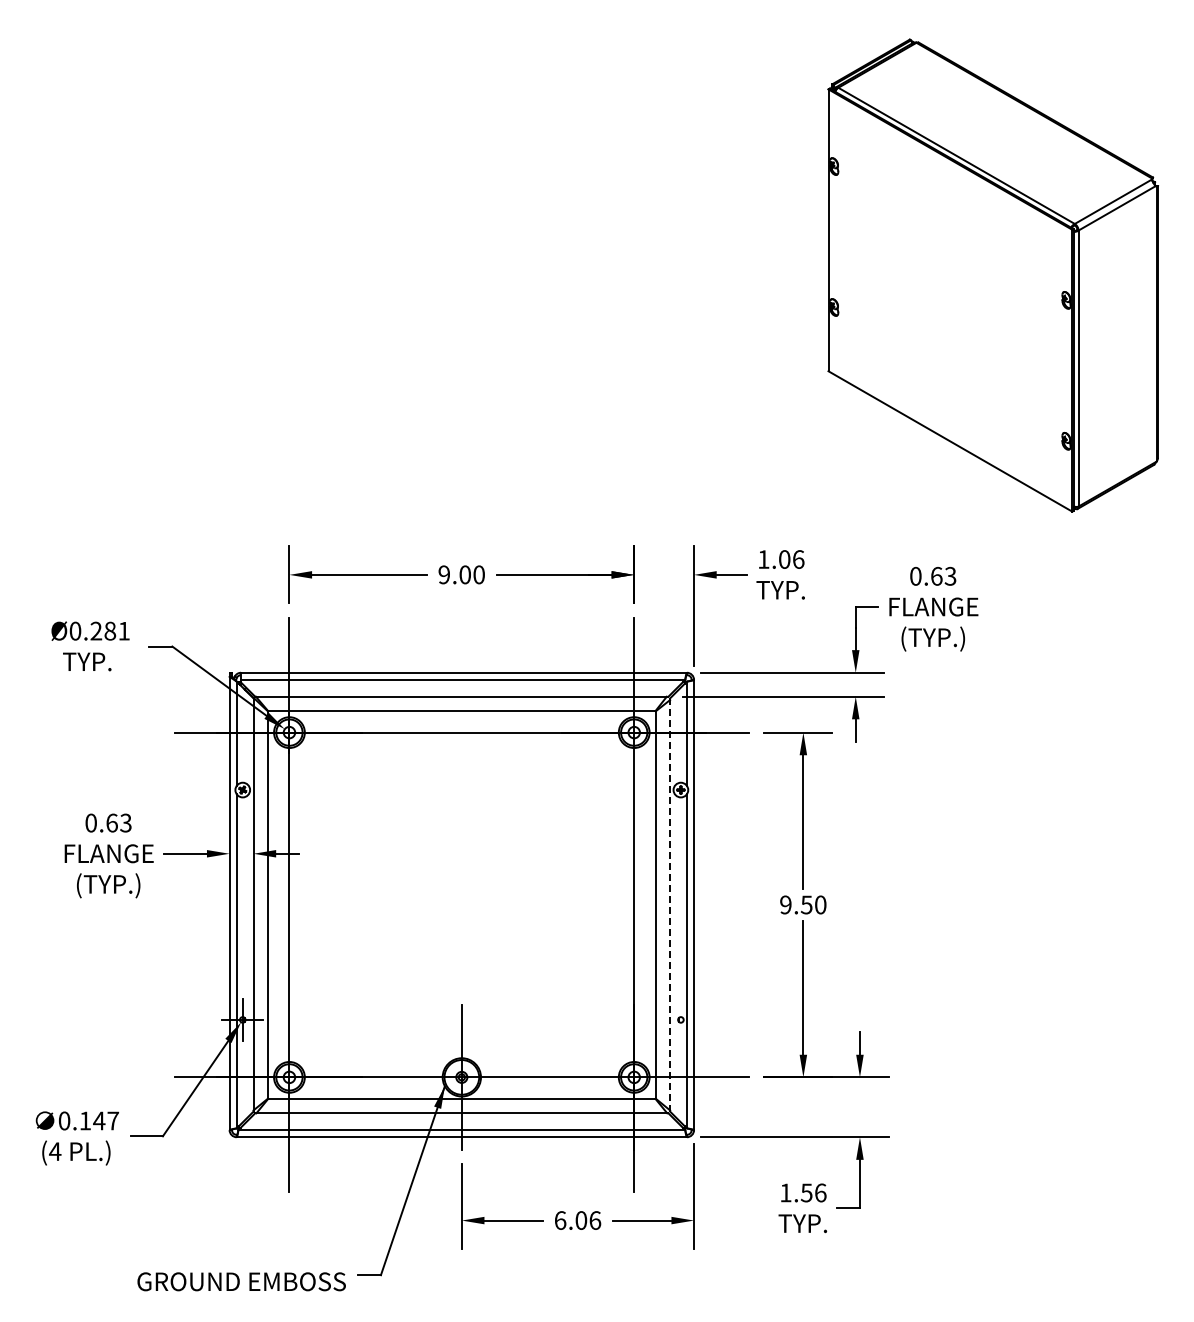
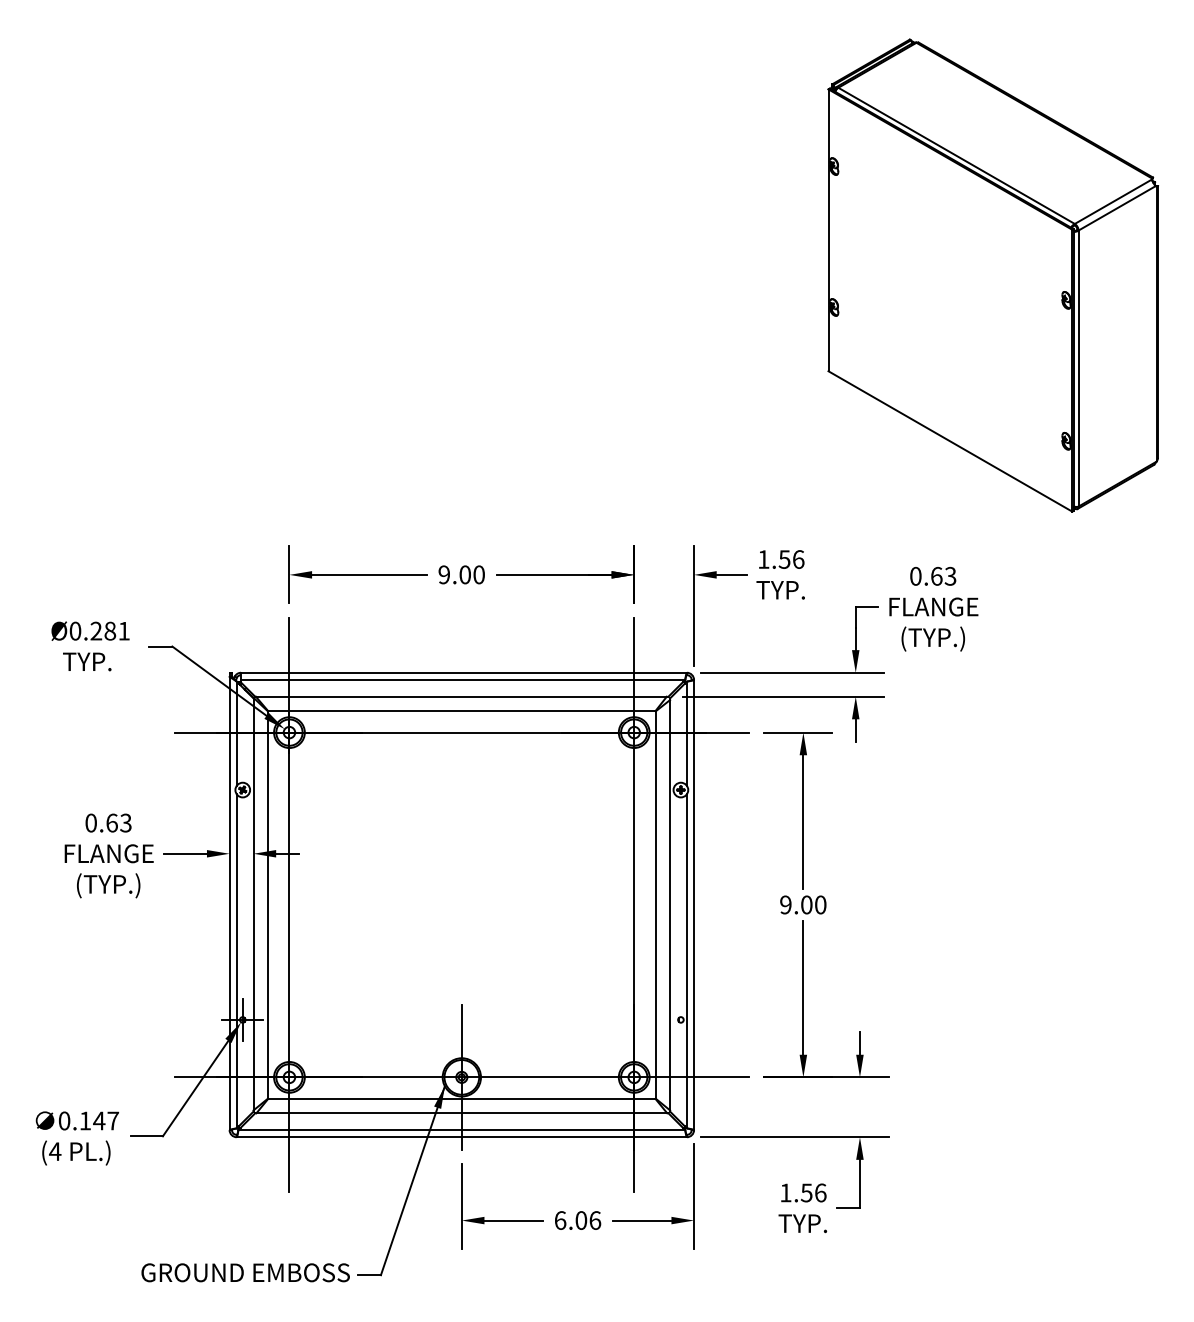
text at (784, 559): 1.06 -> 1.56
text at (806, 904): 9.50 -> 9.00
line at (670, 905): dashed -> solid
text at (241, 1281) position: (241, 1281) -> (245, 1272)
